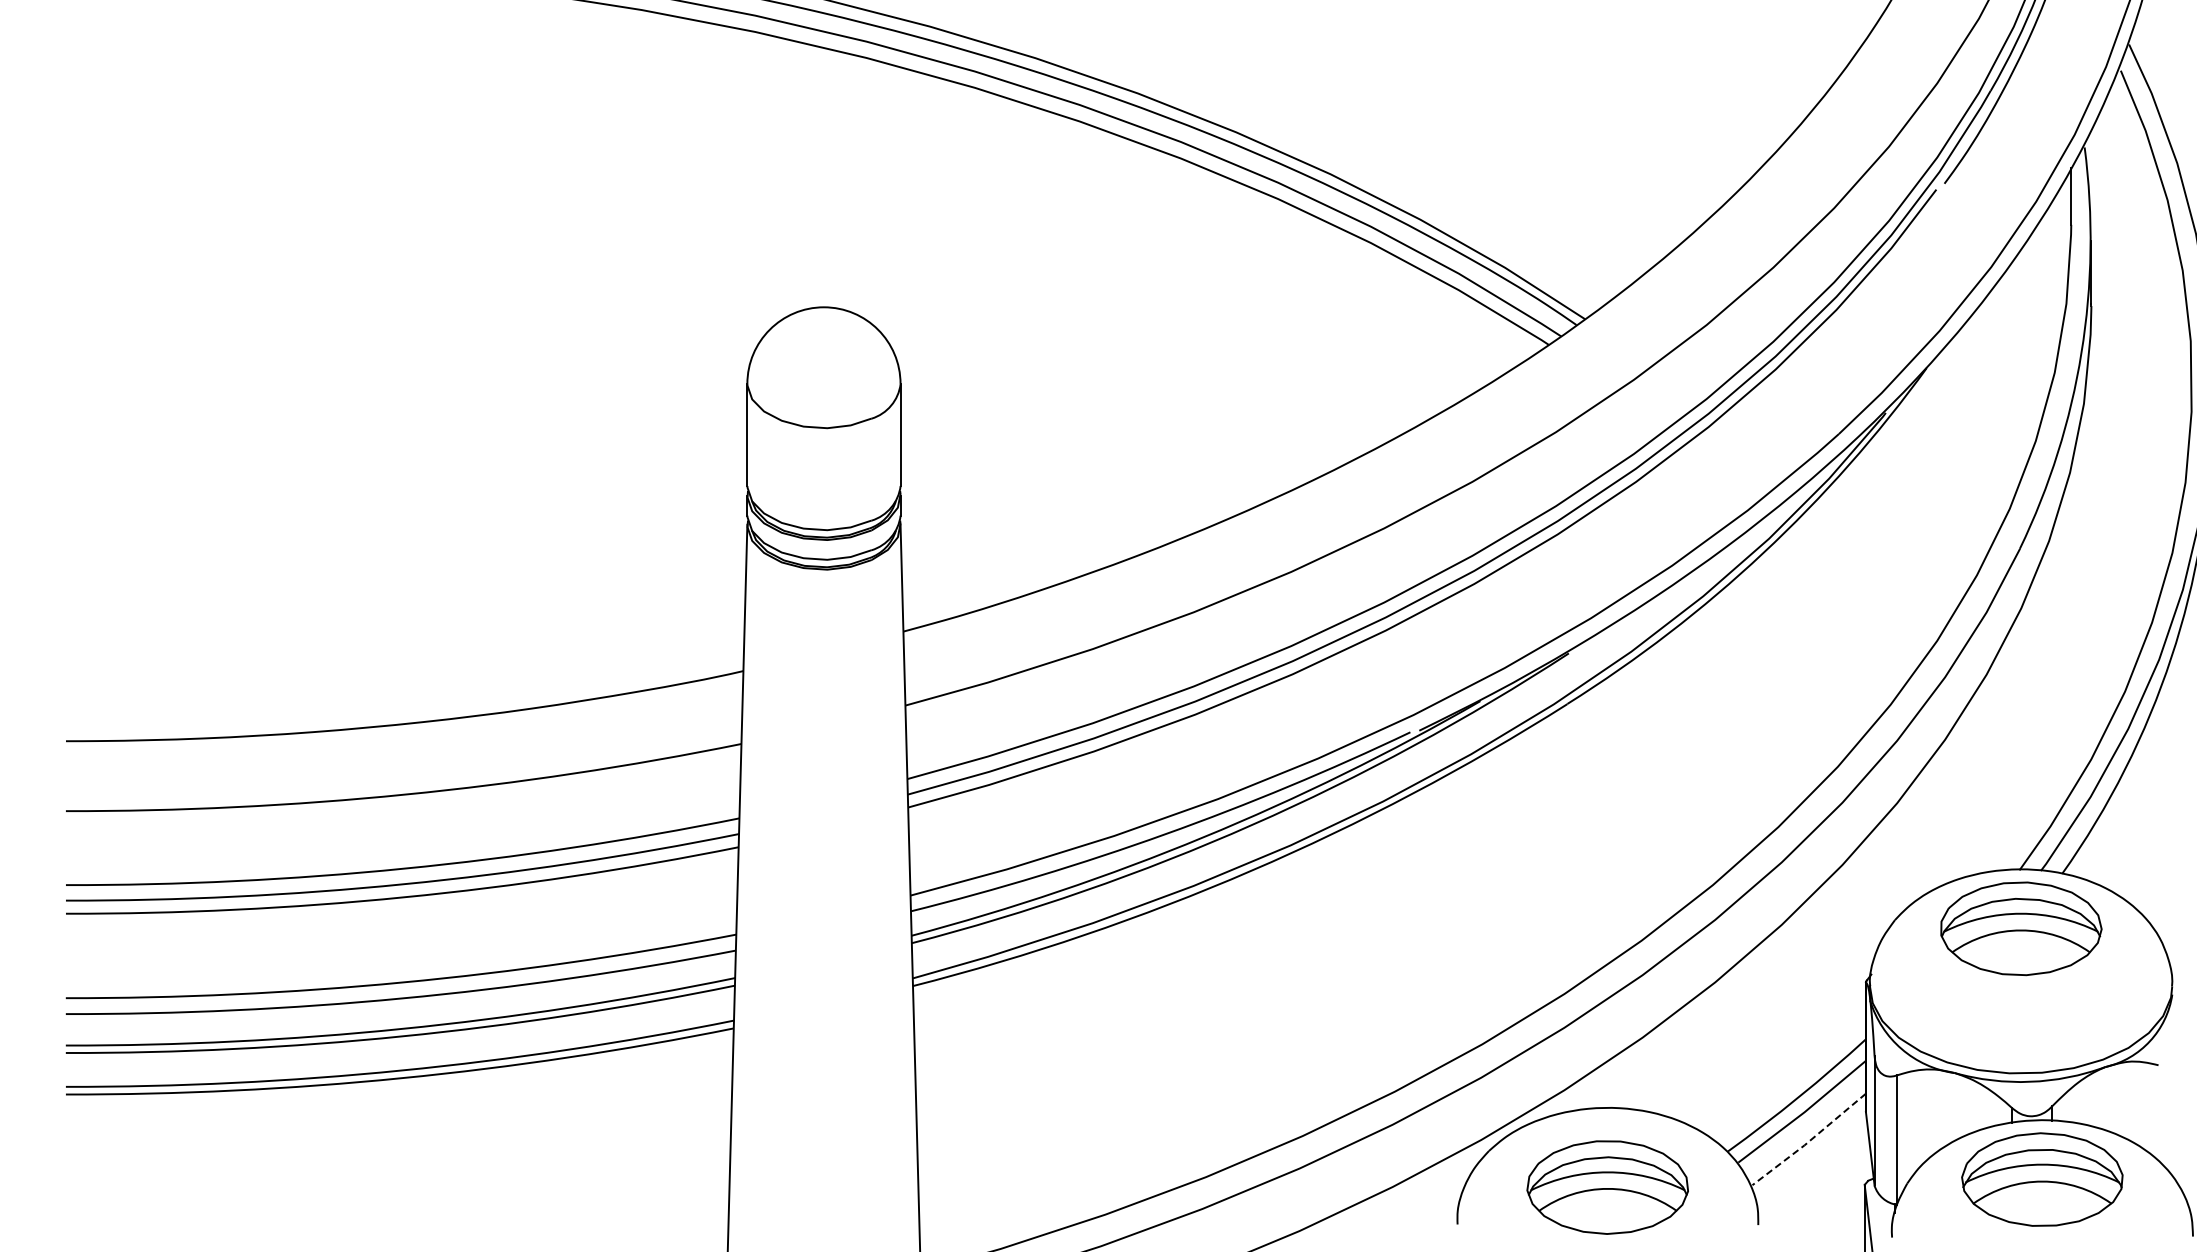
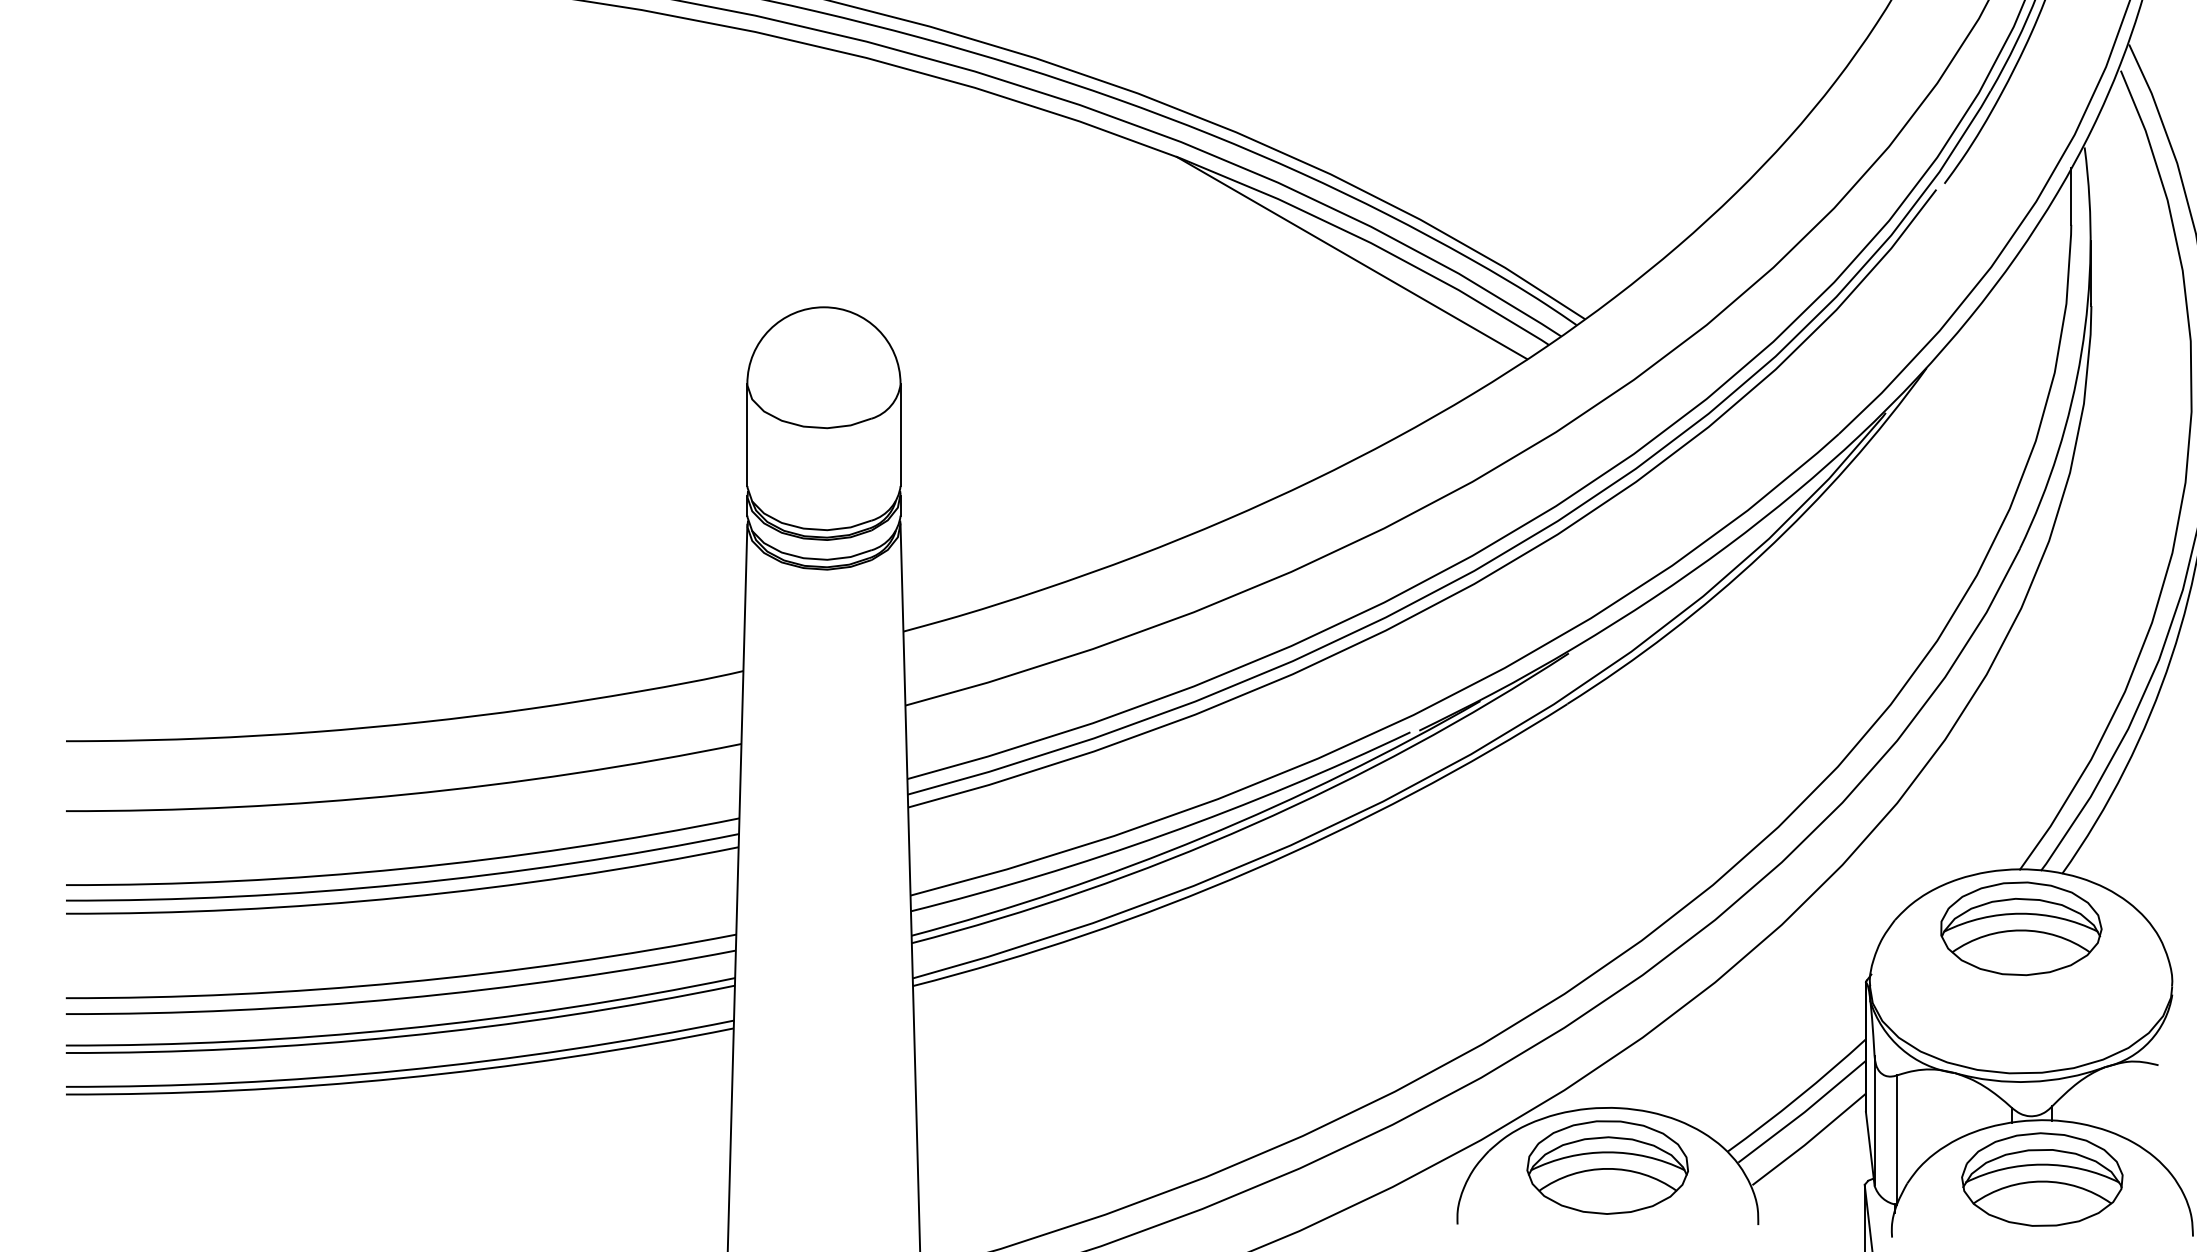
line at (1351, 257): none -> present
line at (1809, 1140): dashed -> solid
part at (1607, 1187) position: (1607, 1187) -> (1607, 1167)
